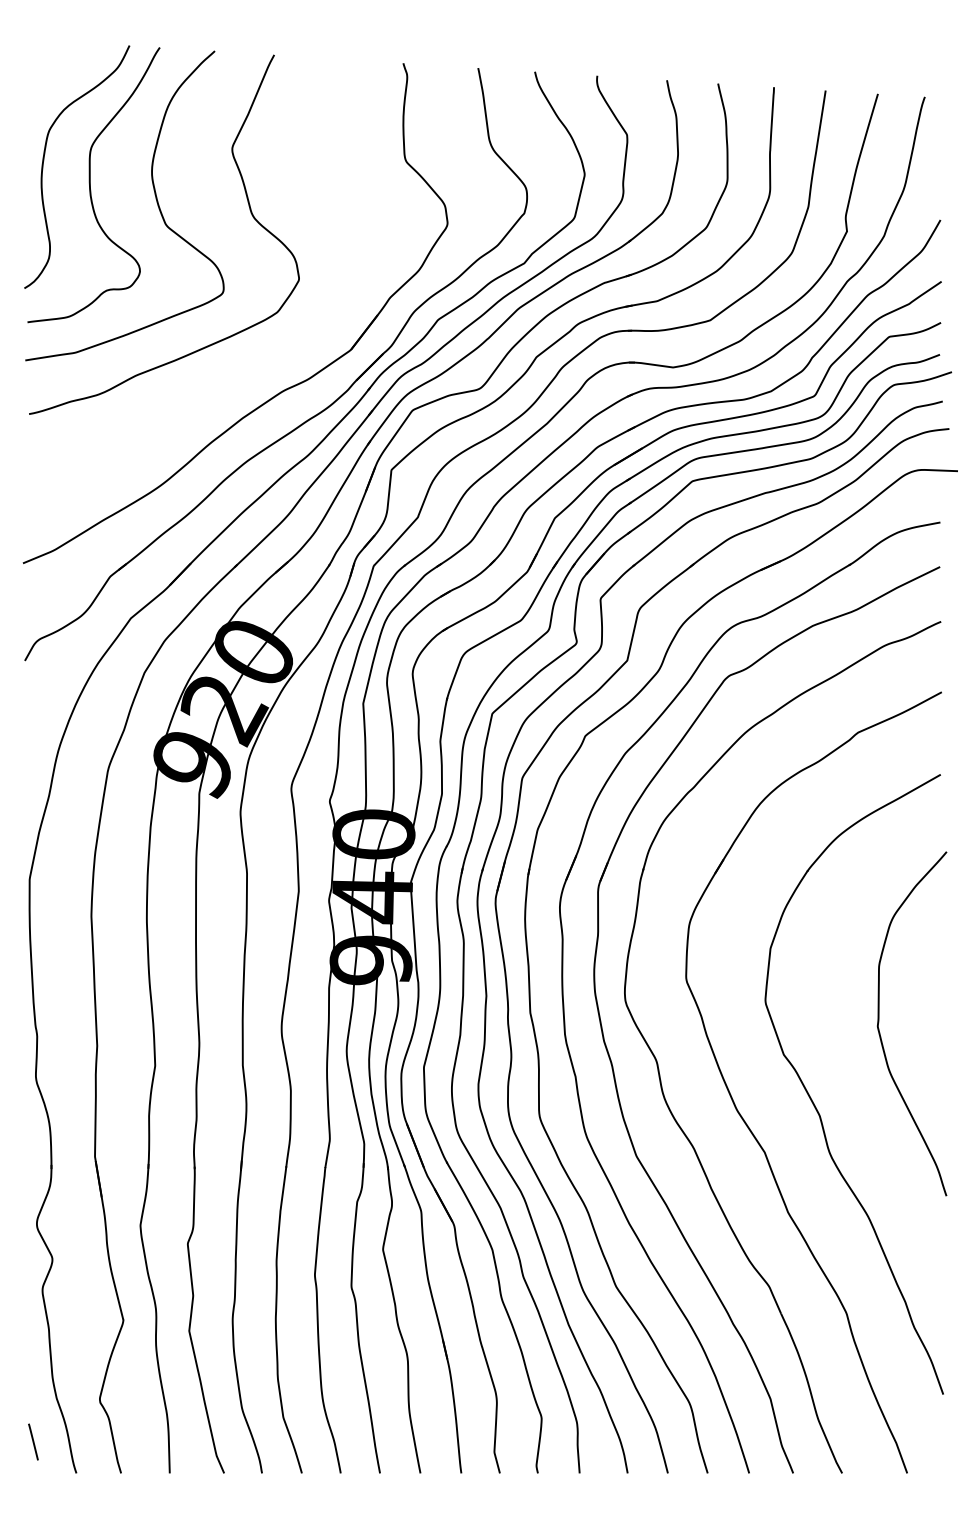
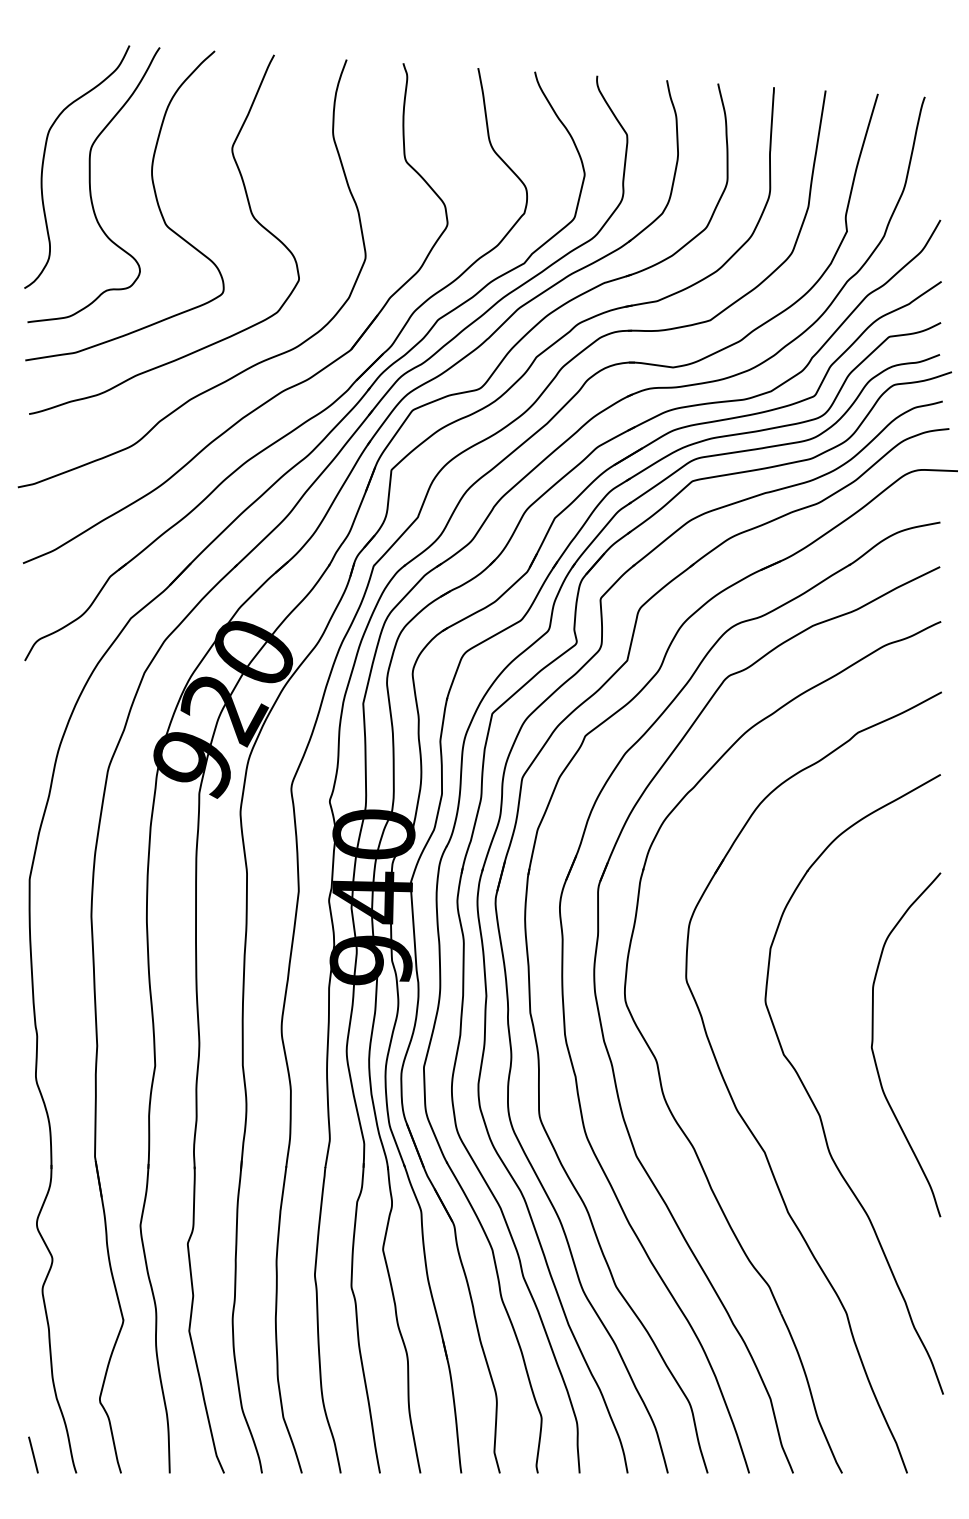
curve at (242, 370): none -> present
curve at (879, 1022) position: (879, 1022) -> (873, 1043)
line at (33, 1441) position: (33, 1441) -> (33, 1454)
